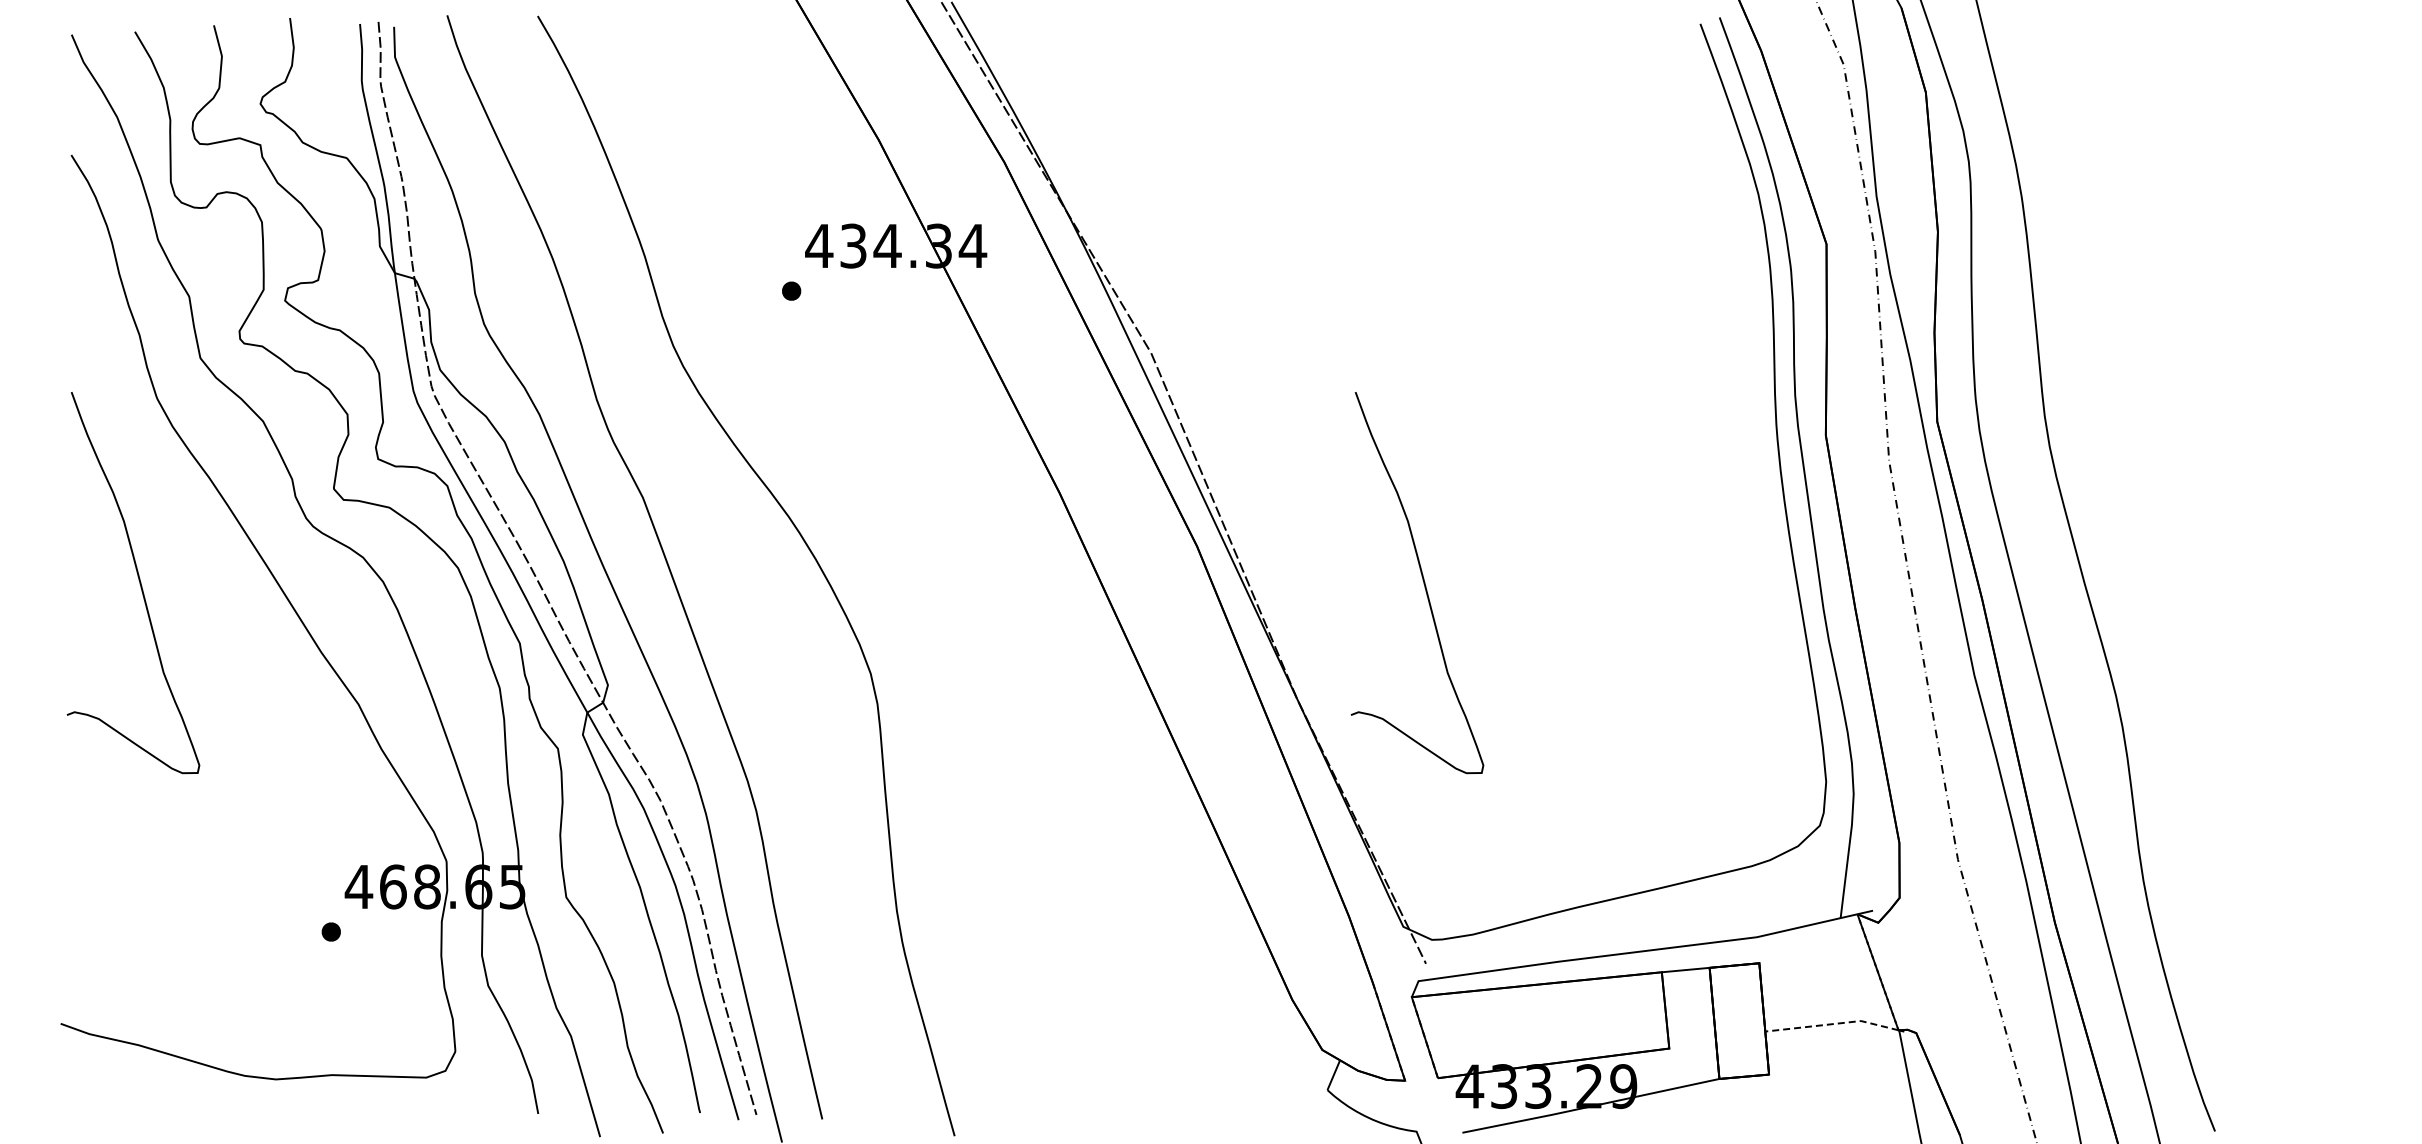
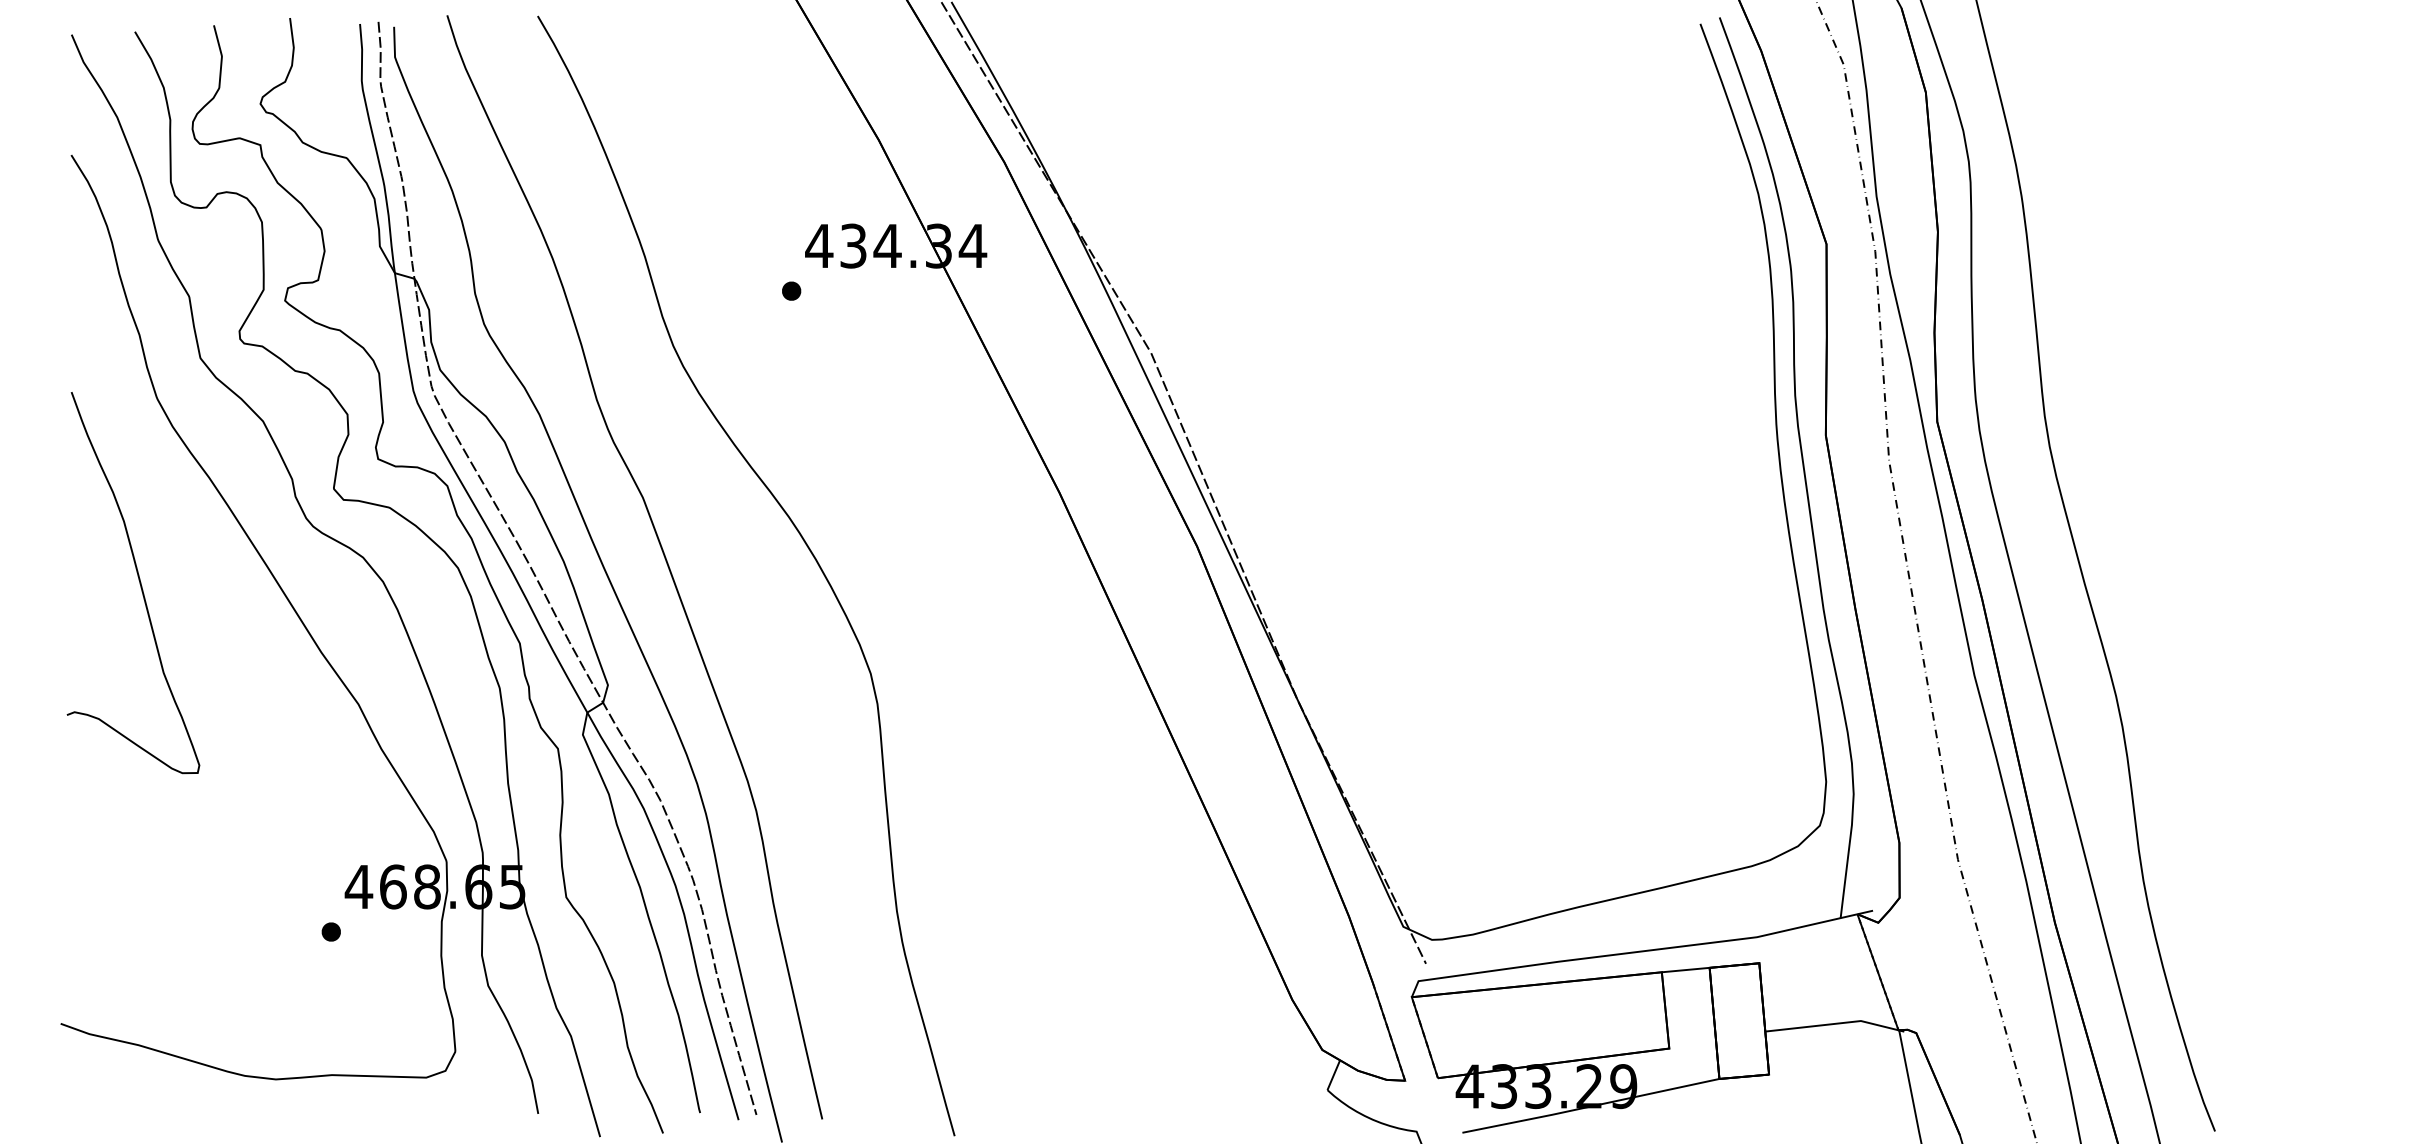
curve at (1422, 580): present -> none
line at (1832, 1024): dashed -> solid
